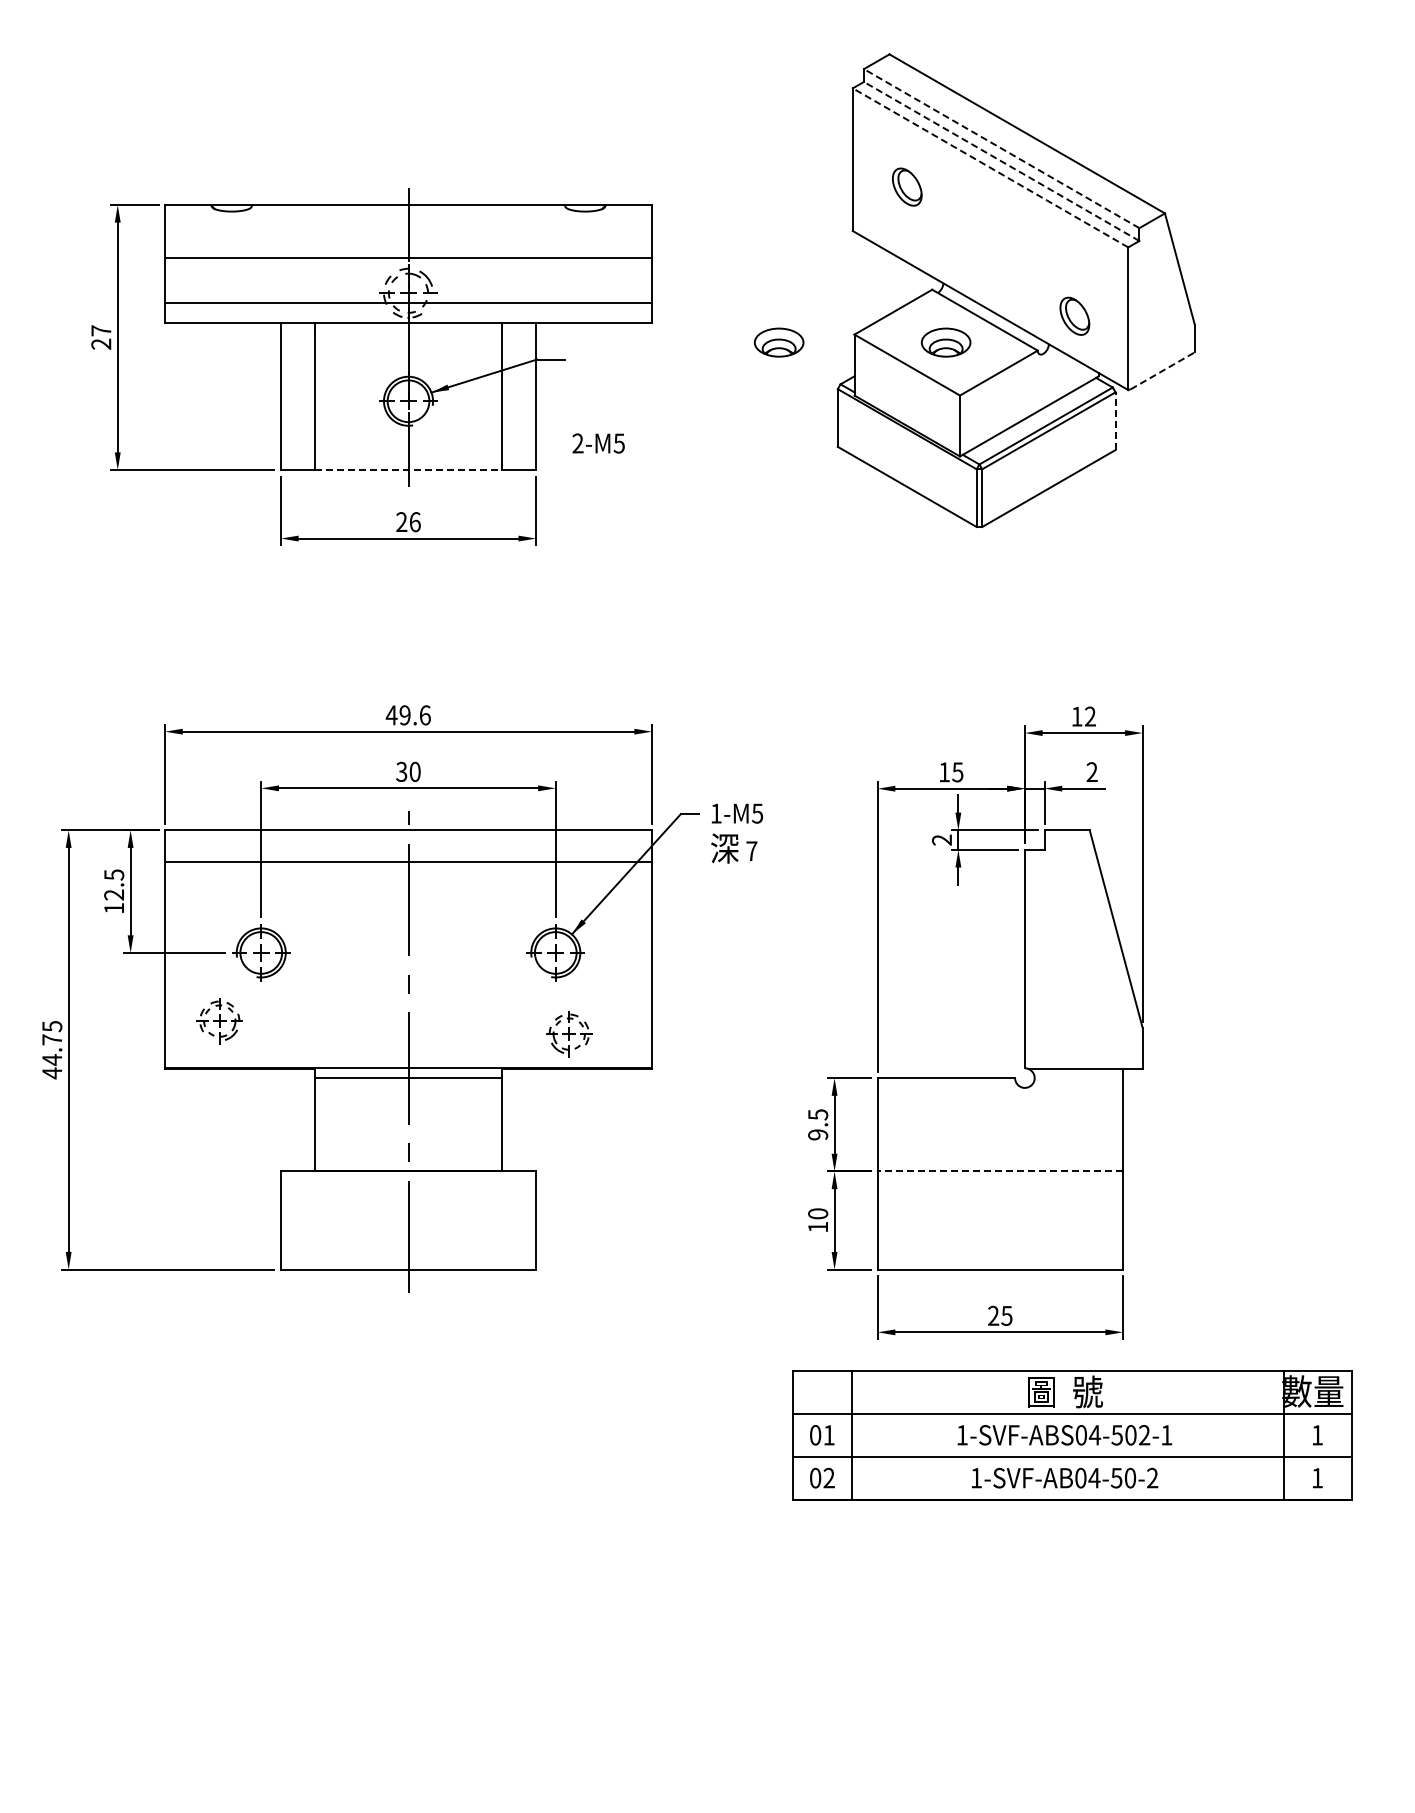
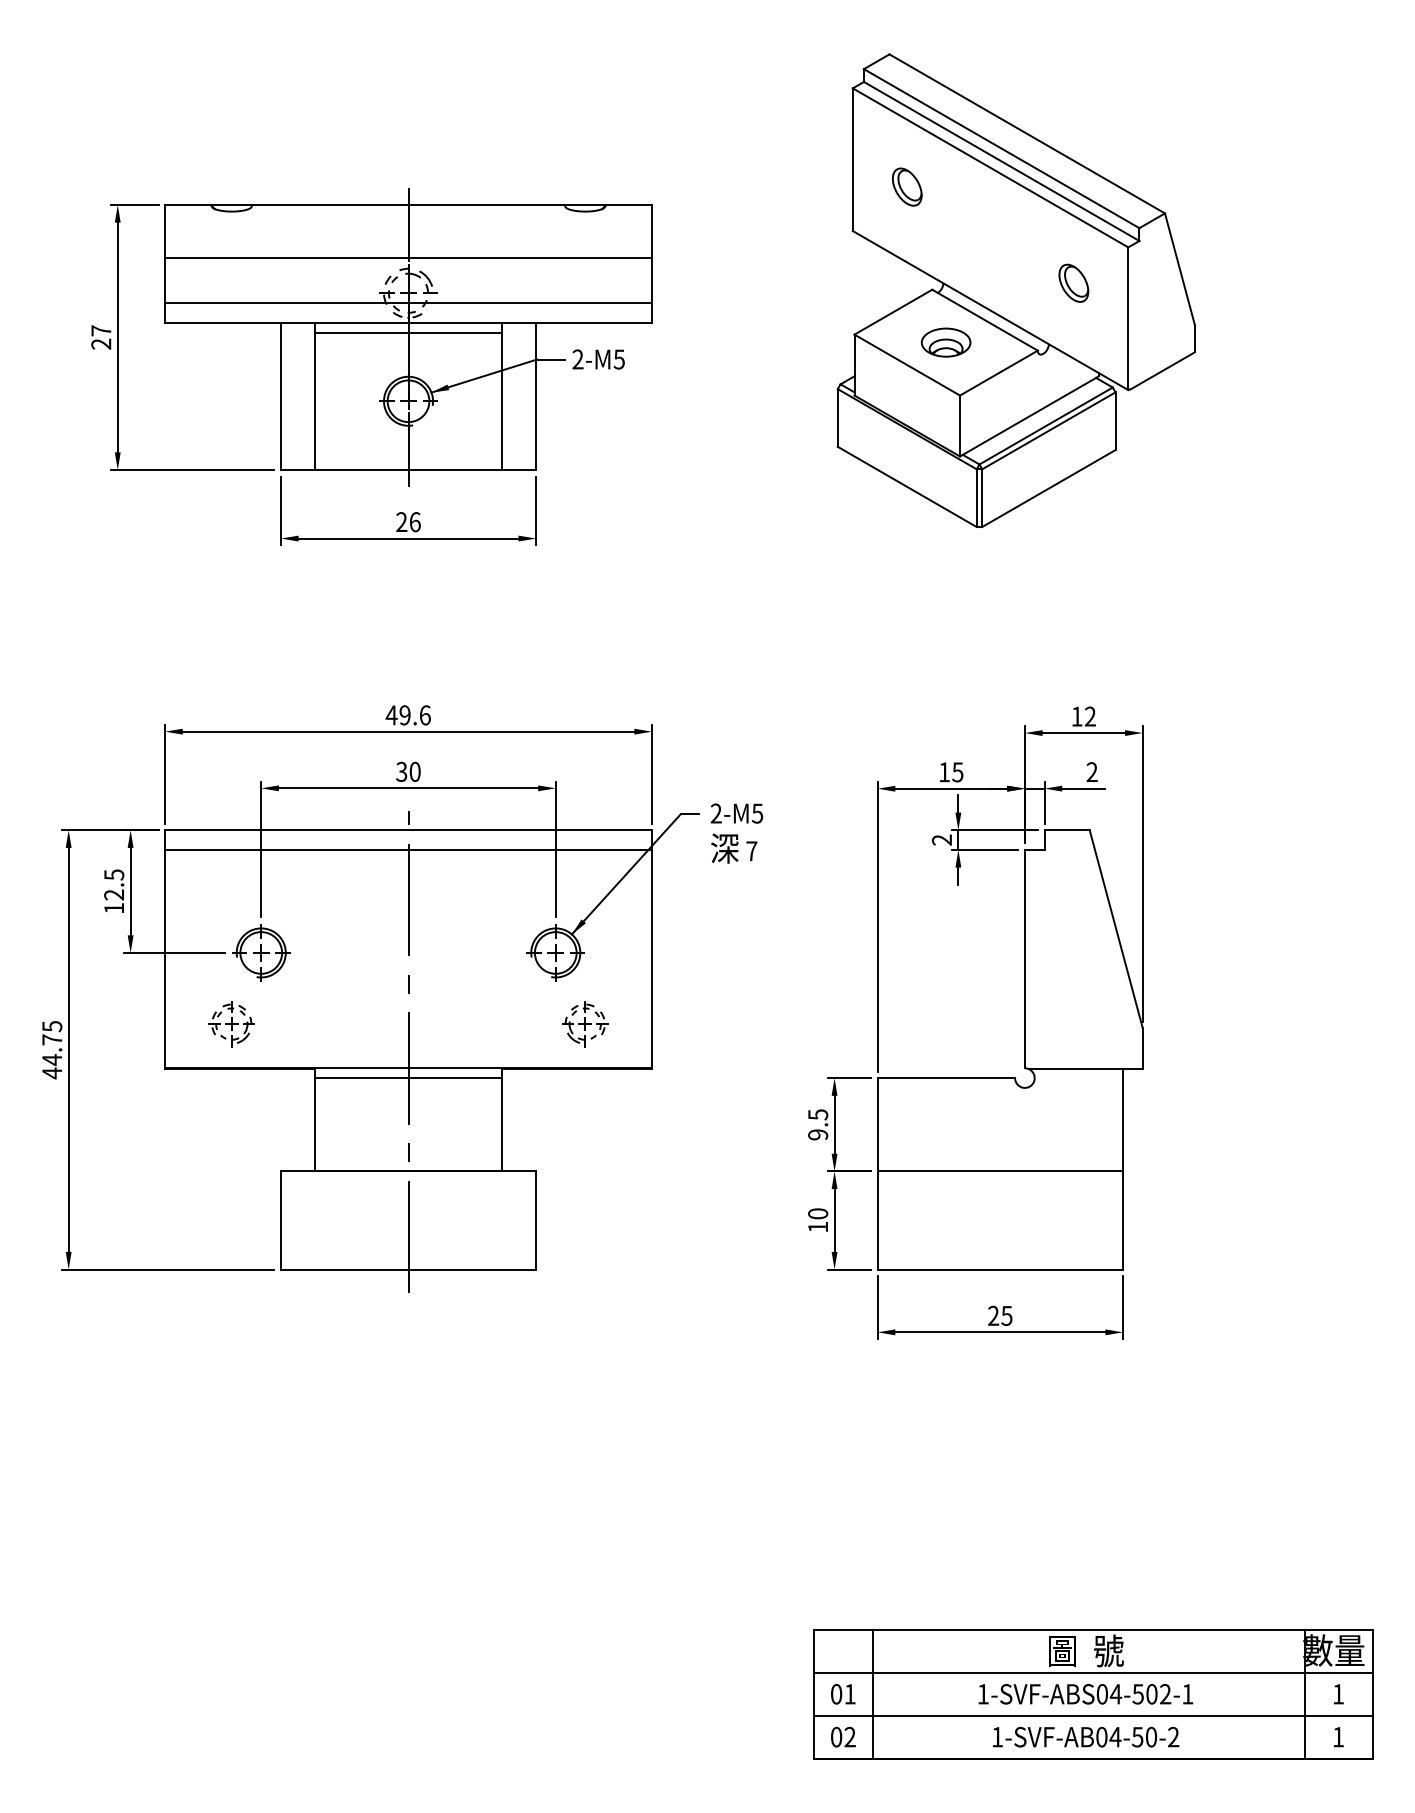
line at (1001, 148): dashed -> solid
line at (1001, 161): dashed -> solid
line at (990, 167): dashed -> solid
part at (1074, 315) position: (1074, 315) -> (1073, 282)
line at (408, 332): none -> present
part at (778, 342): present -> none
line at (1163, 370): dashed -> solid
line at (1115, 421): dashed -> solid
text at (598, 443) position: (598, 443) -> (598, 359)
line at (409, 470): dashed -> solid
text at (715, 813): 1-M5 -> 2-M5
line at (408, 861) position: (408, 861) -> (408, 849)
part at (219, 1021) position: (219, 1021) -> (231, 1024)
part at (569, 1034) position: (569, 1034) -> (585, 1024)
line at (1000, 1171): dashed -> solid
part at (1072, 1435) position: (1072, 1435) -> (1093, 1694)
